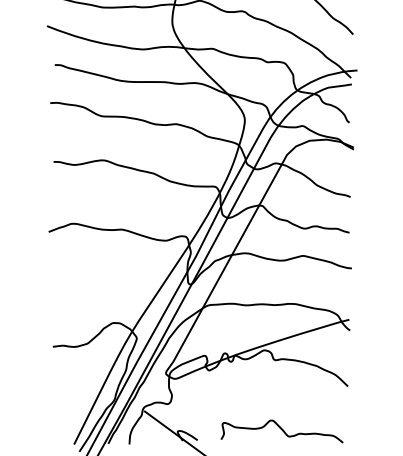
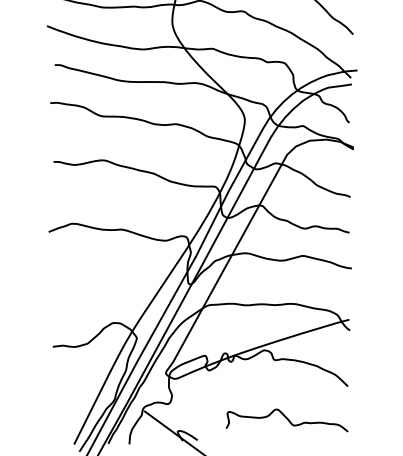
curve at (281, 430) position: (281, 430) -> (286, 419)
